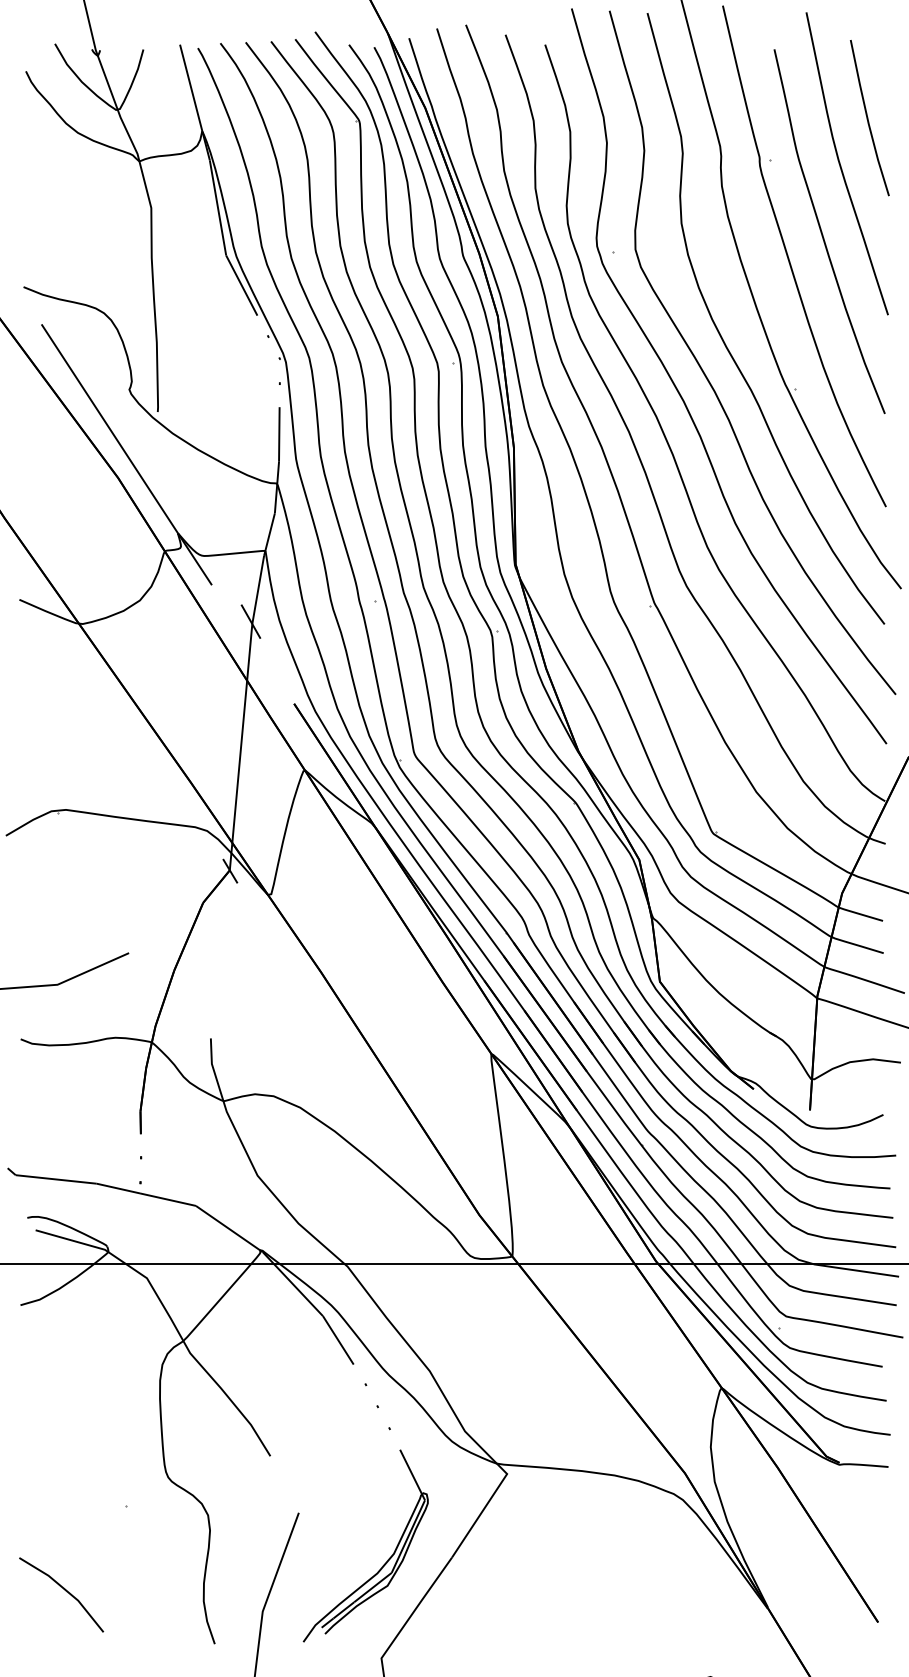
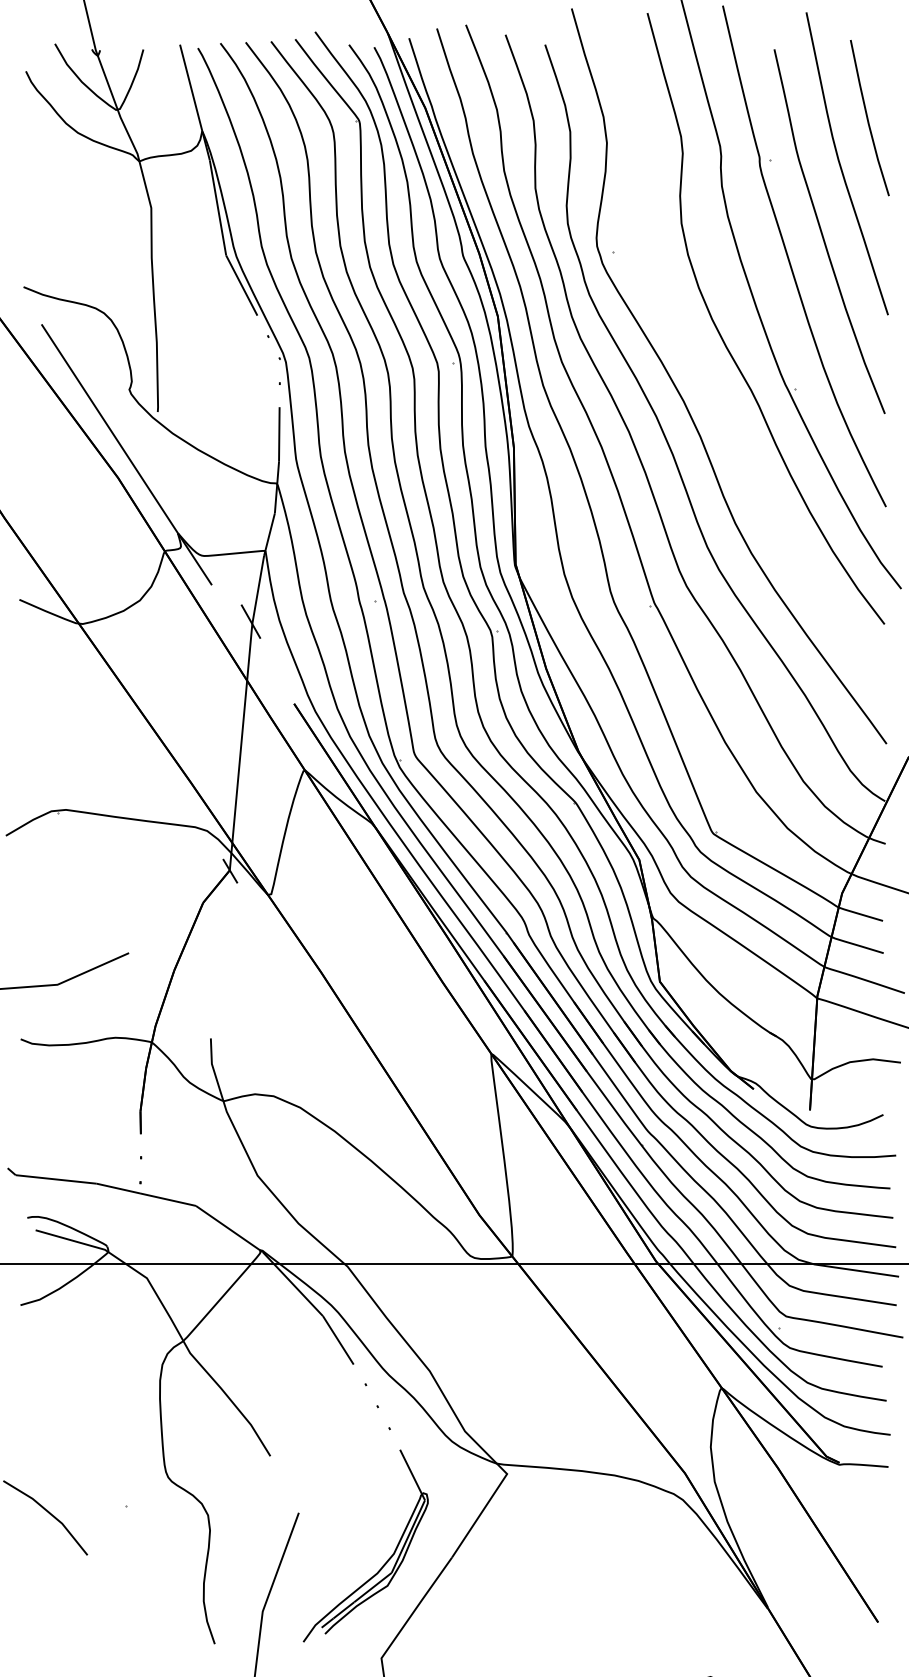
curve at (708, 378): present -> none
line at (64, 1590) position: (64, 1590) -> (48, 1513)
